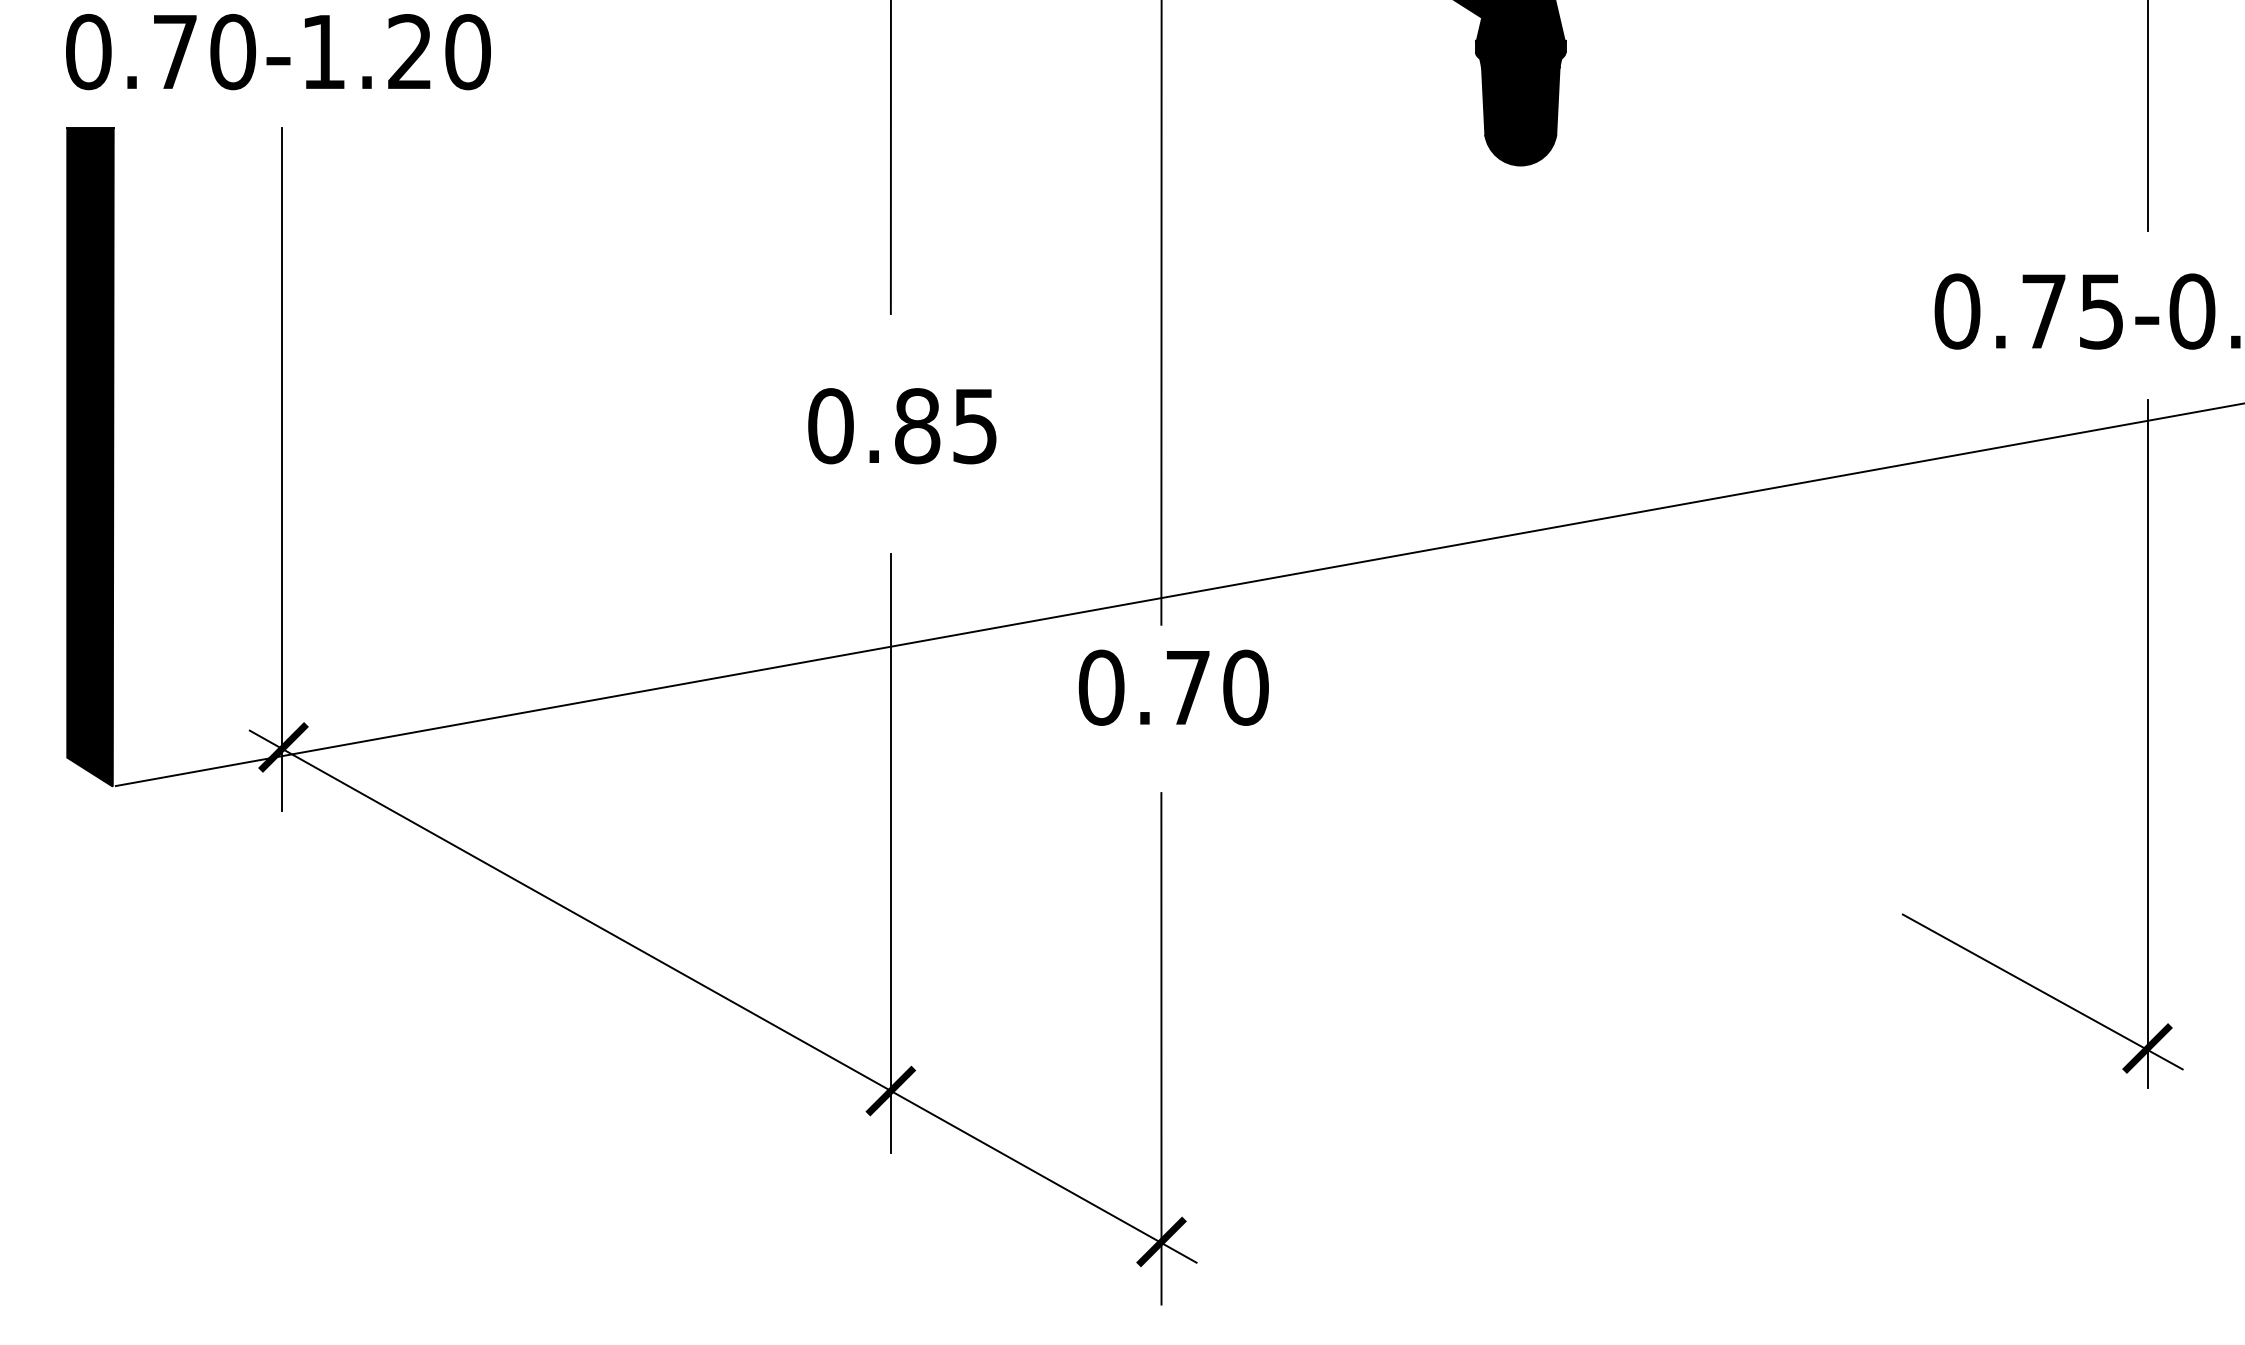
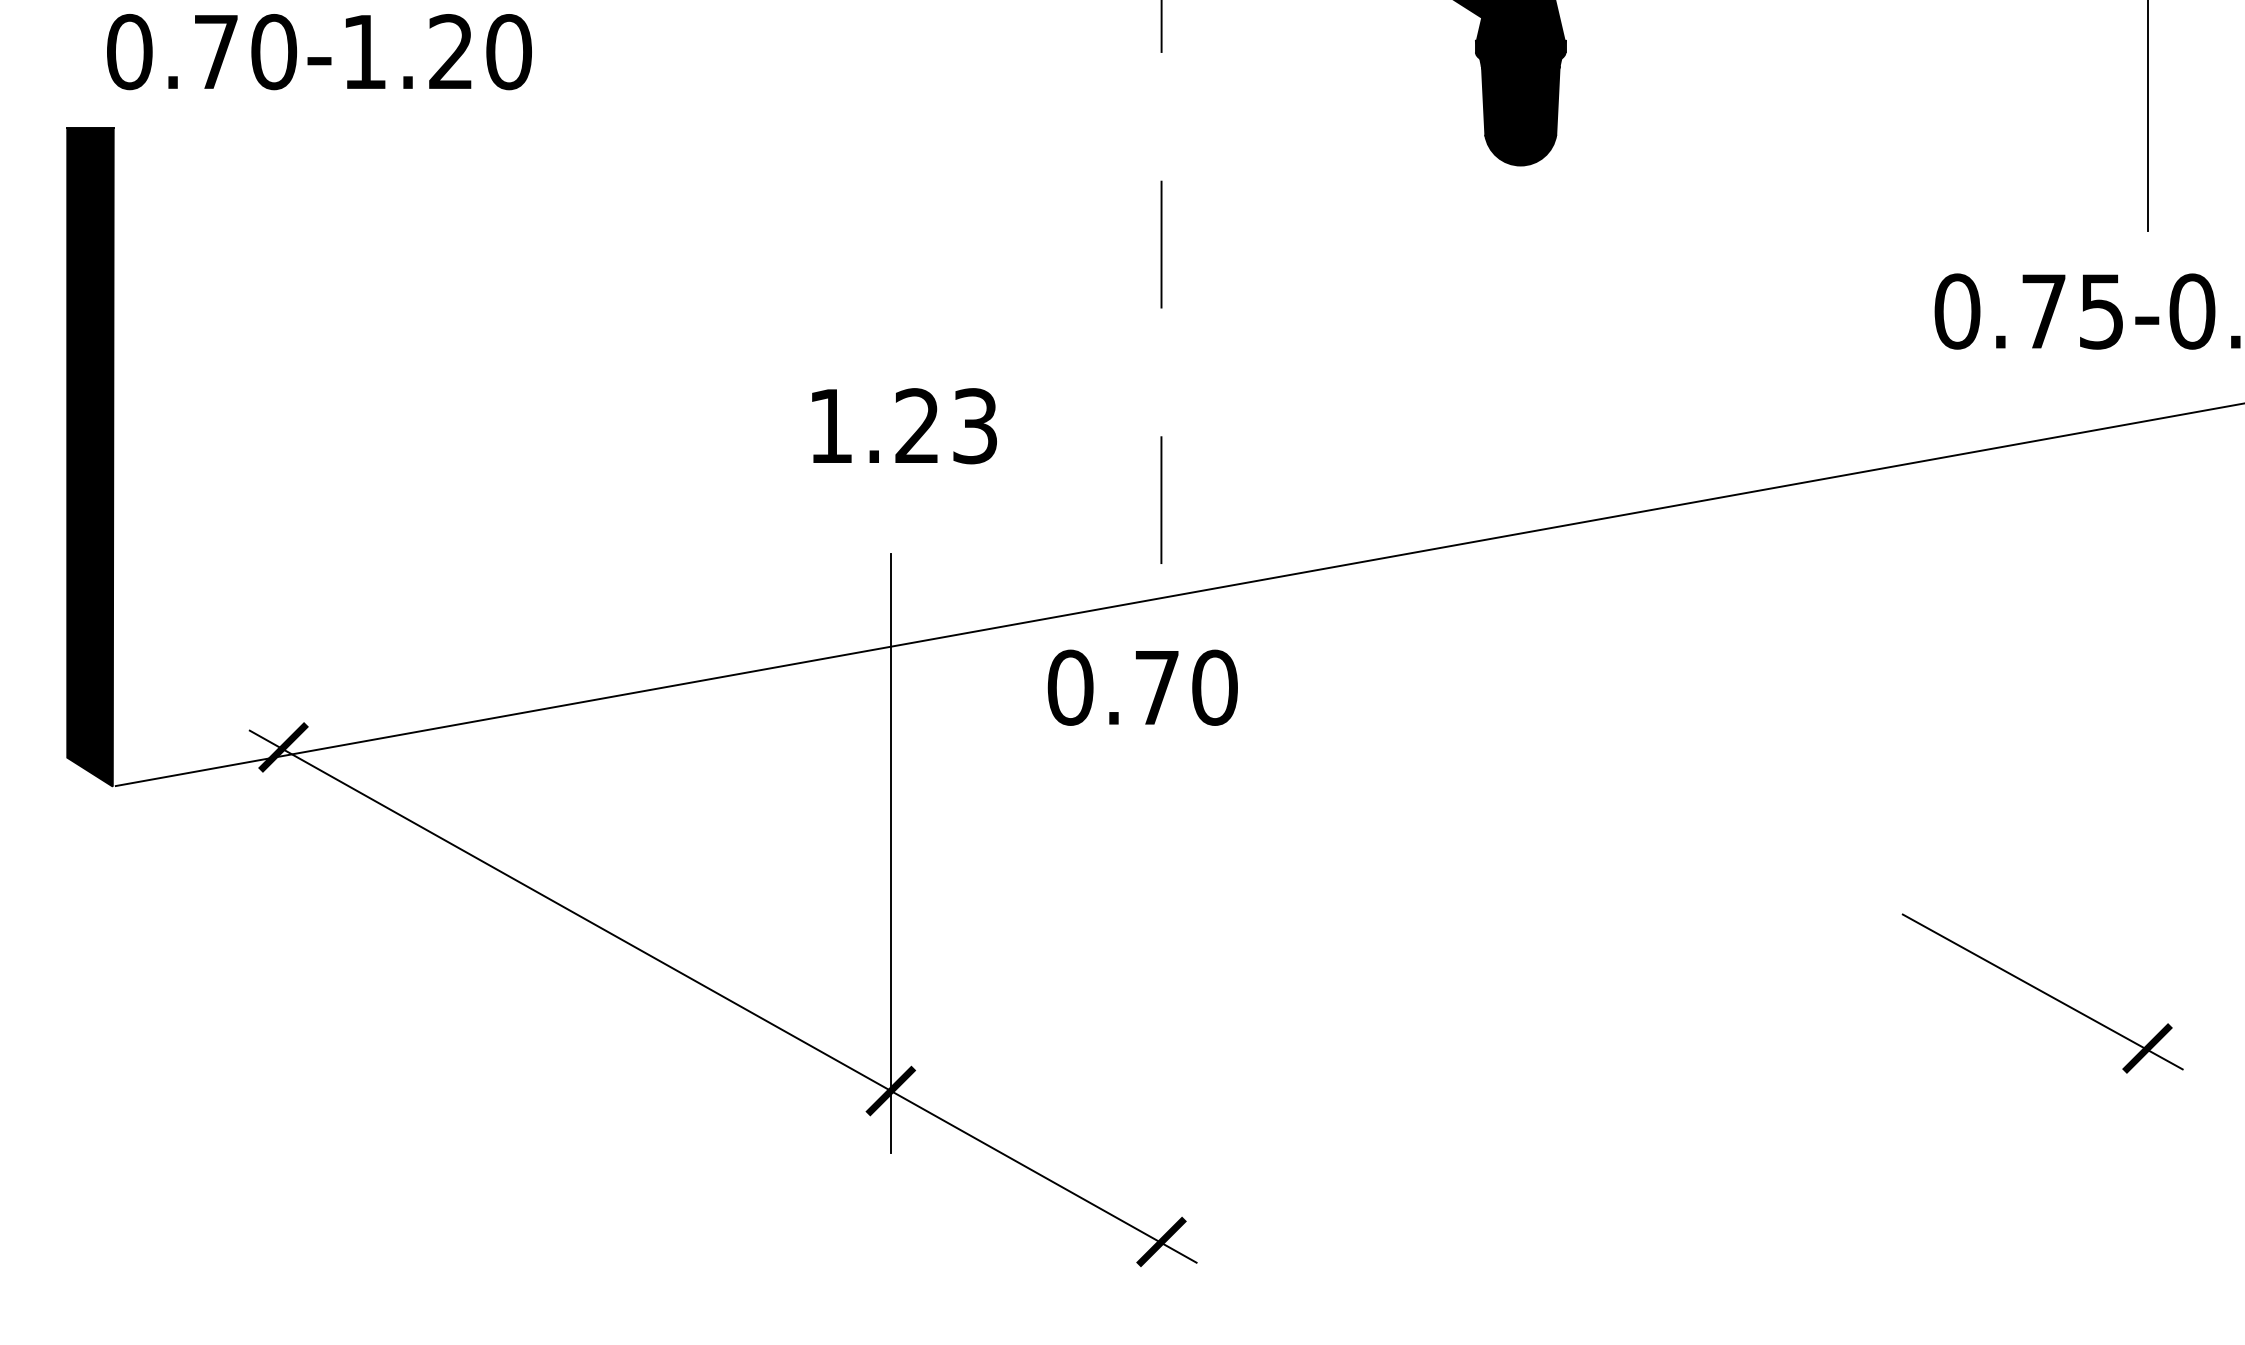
text at (278, 52) position: (278, 52) -> (319, 52)
line at (890, 158): present -> none
line at (1161, 312): solid -> dashed
text at (902, 426): 0.85 -> 1.23
line at (282, 468): present -> none
text at (1173, 687) position: (1173, 687) -> (1142, 687)
line at (2147, 743): present -> none
line at (1161, 1048): present -> none
